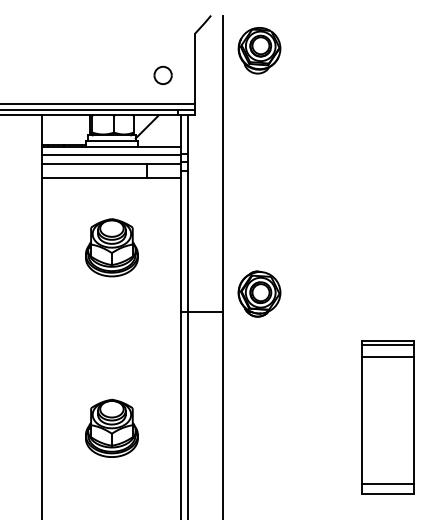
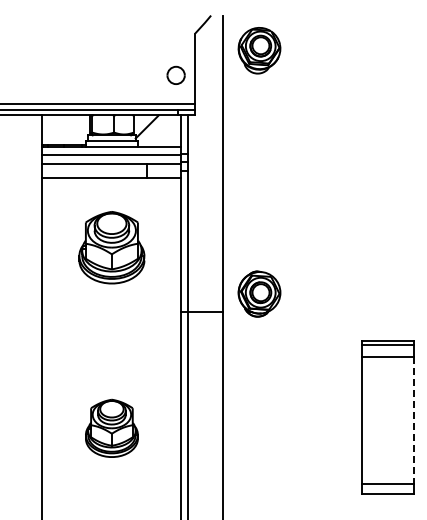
part at (162, 74) position: (162, 74) -> (175, 74)
part at (111, 247) size: 54x60 px -> 68x74 px
line at (413, 420): solid -> dashed
